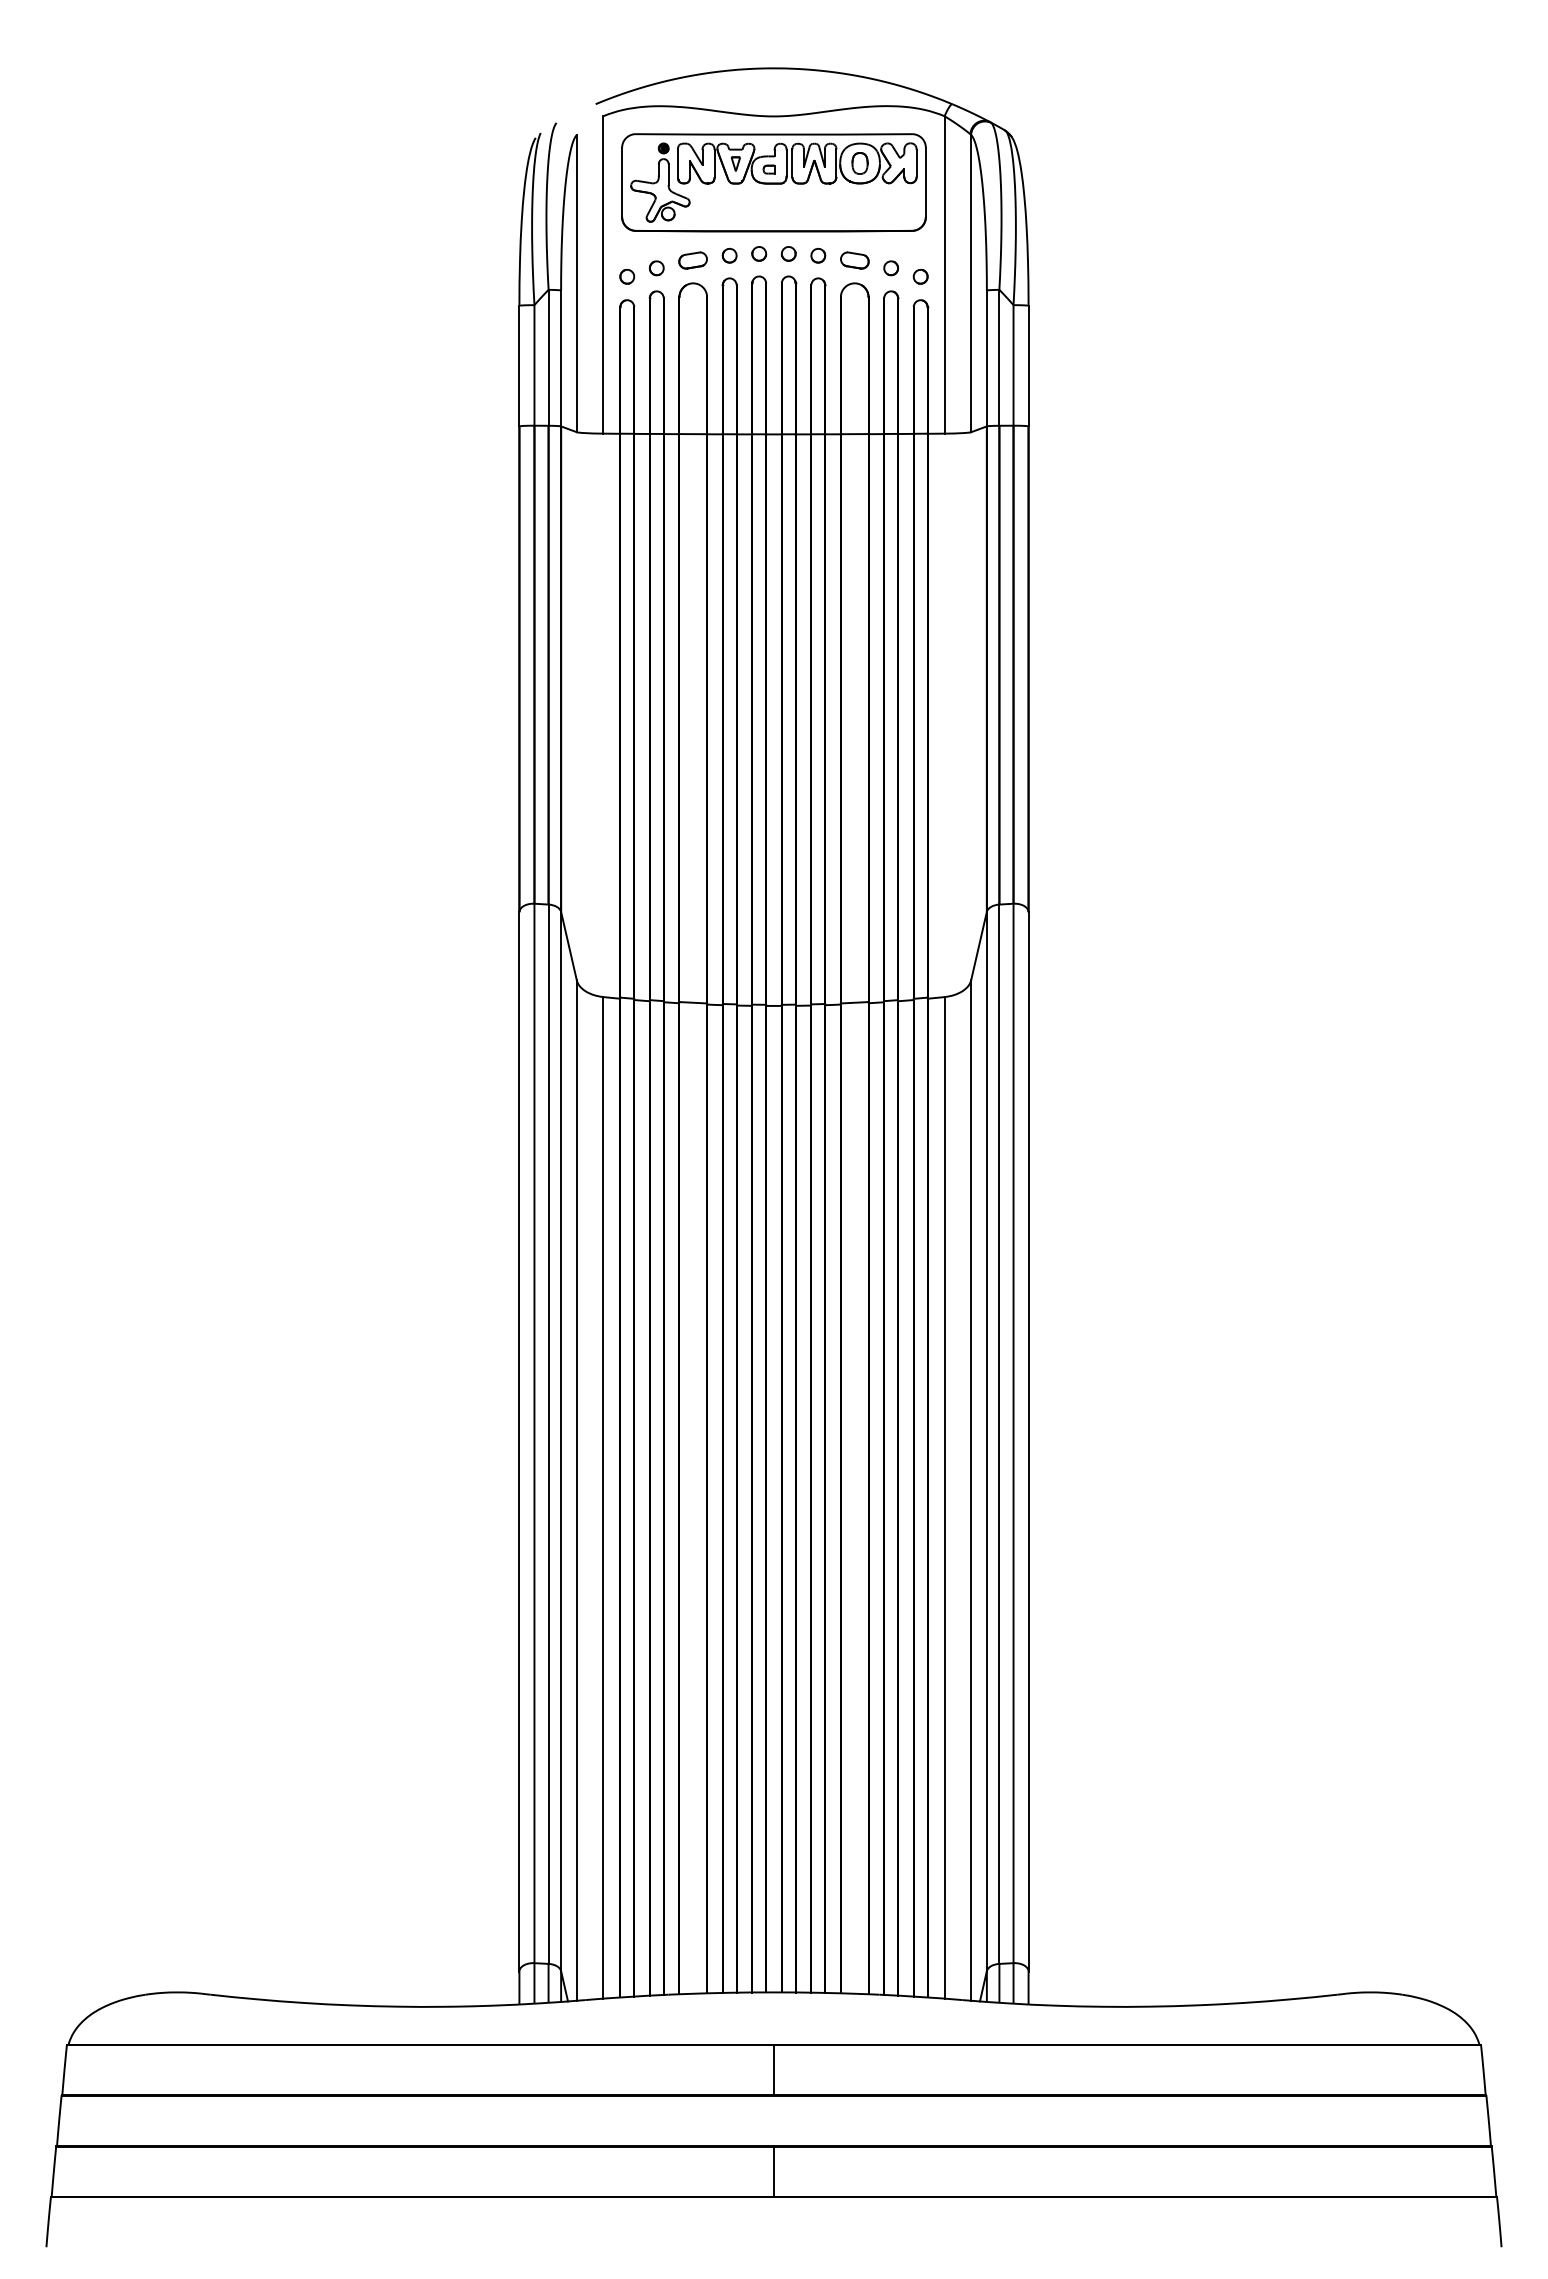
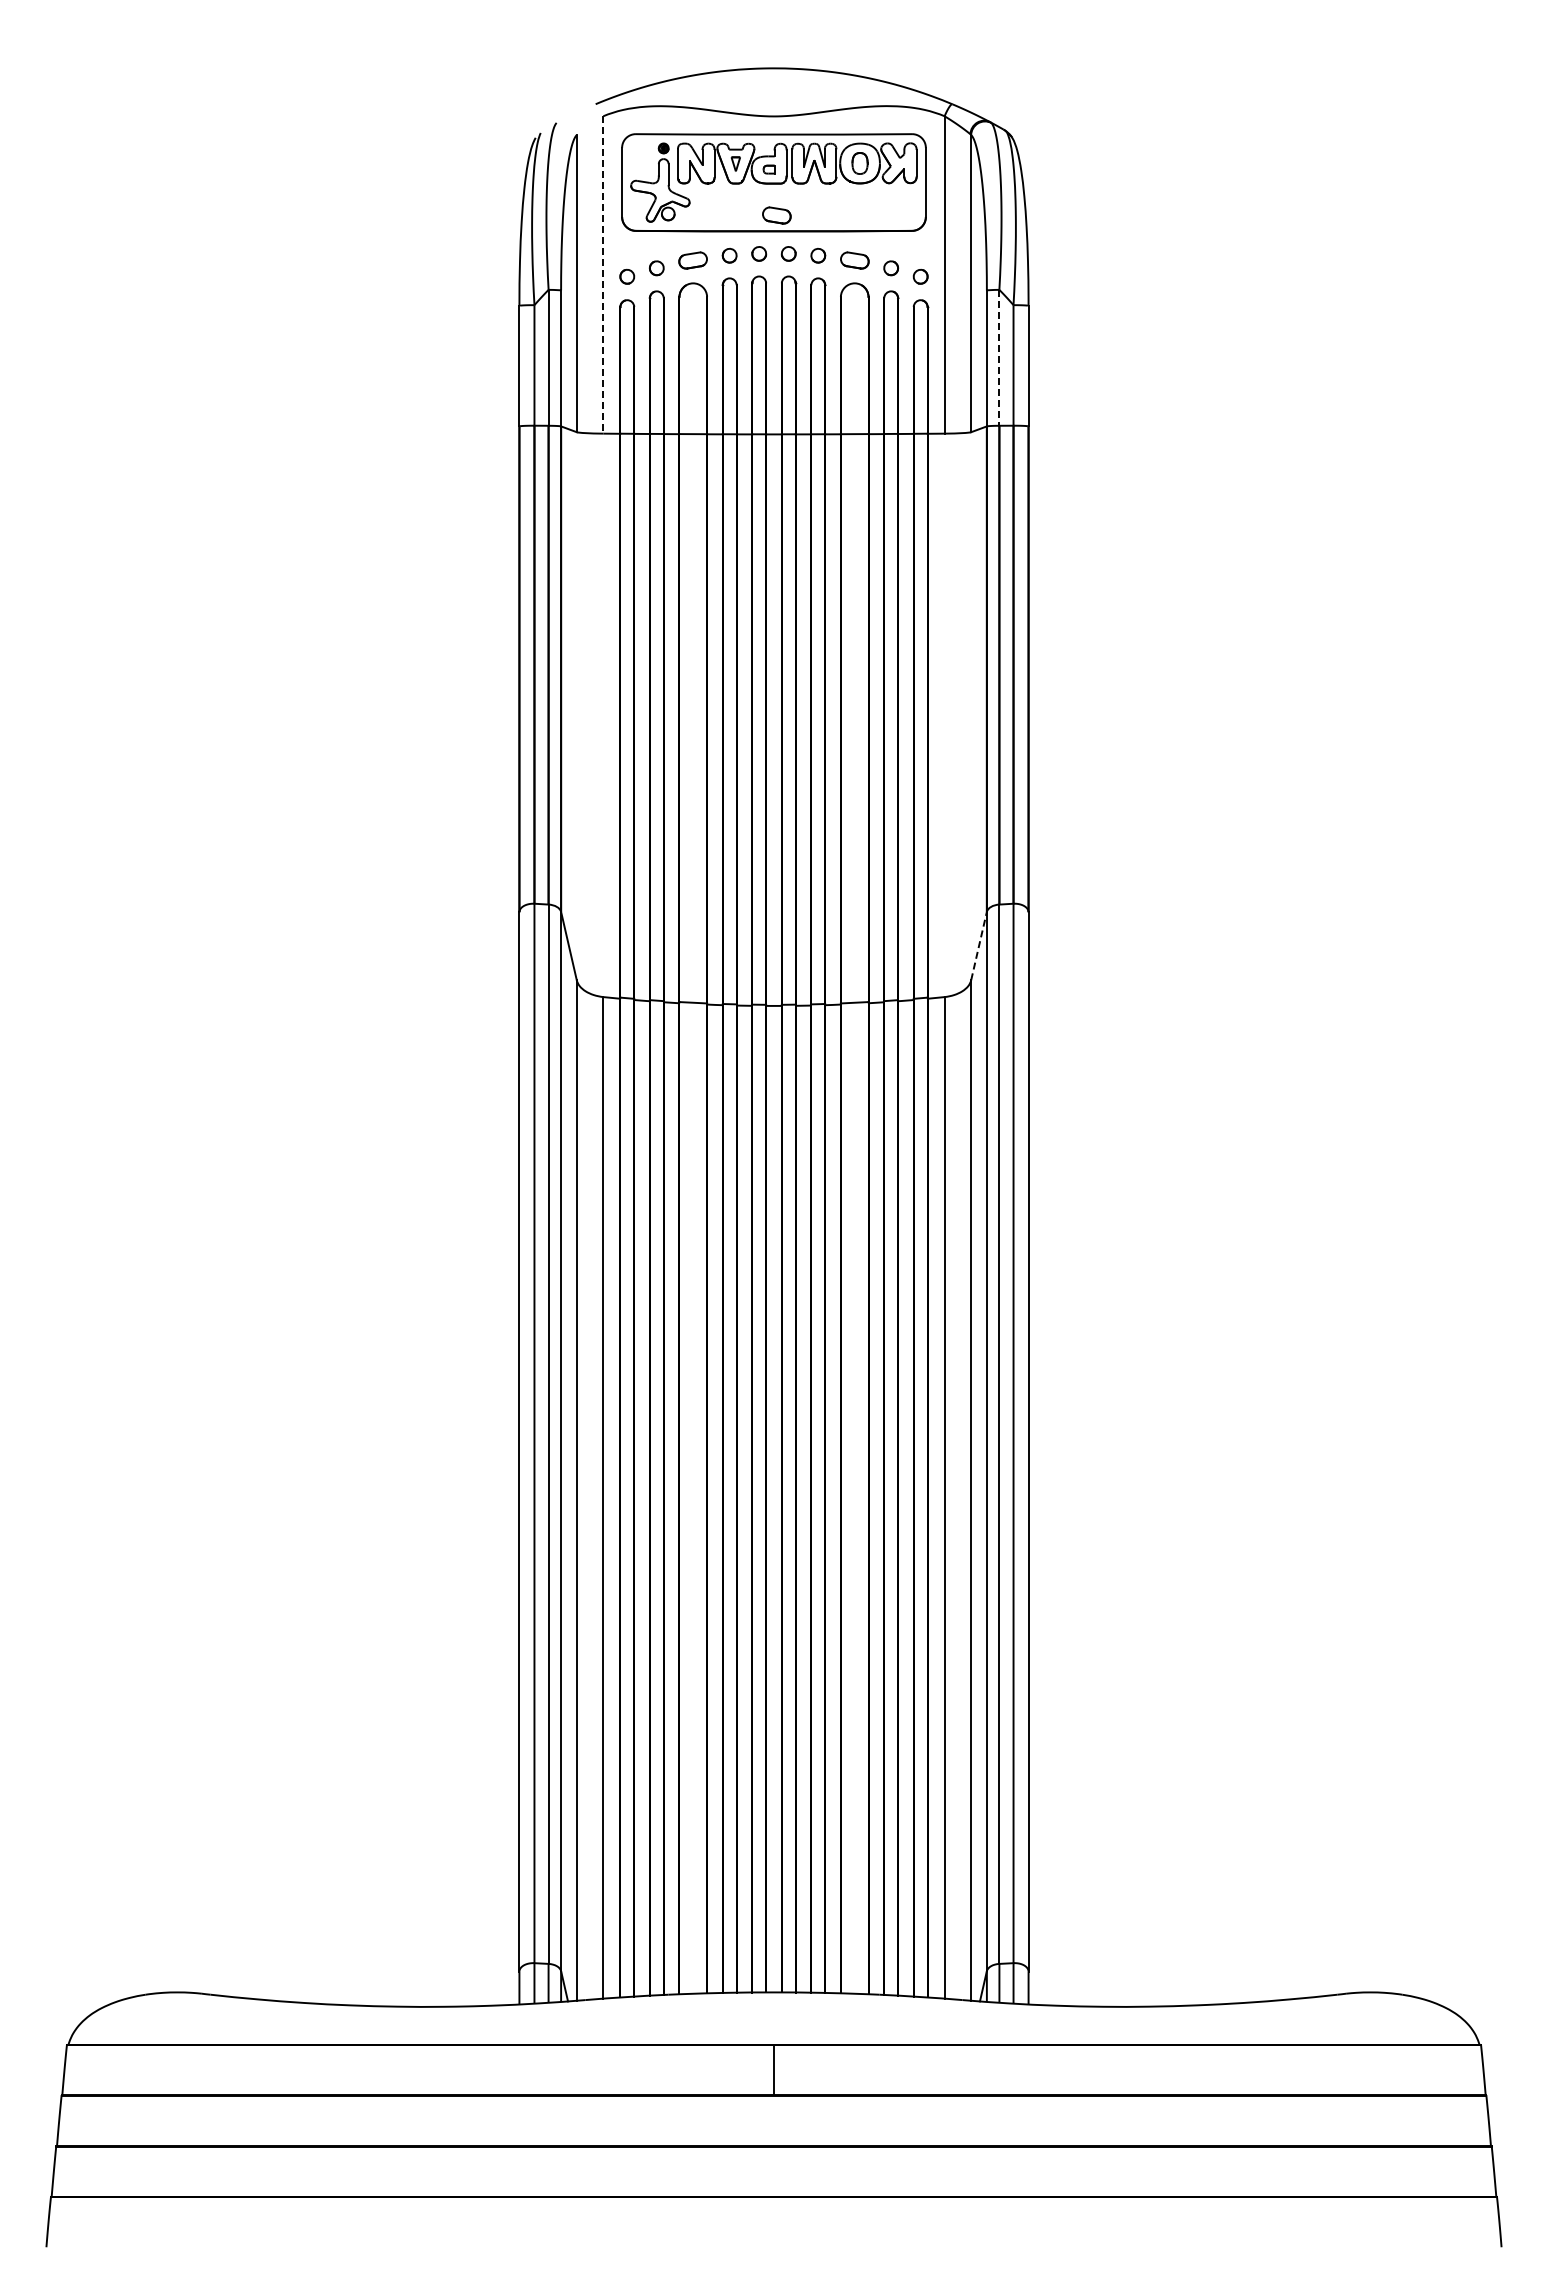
part at (776, 215): none -> present
line at (603, 274): solid -> dashed
line at (999, 357): solid -> dashed
line at (979, 945): solid -> dashed
line at (774, 2170): present -> none
